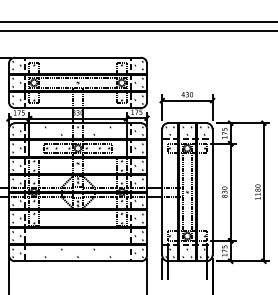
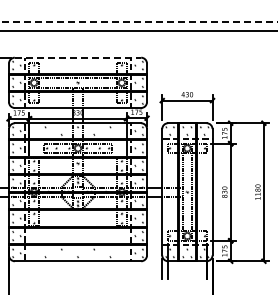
line at (139, 22): solid -> dashed
line at (78, 57): solid -> dashed
line at (147, 274): present -> none
